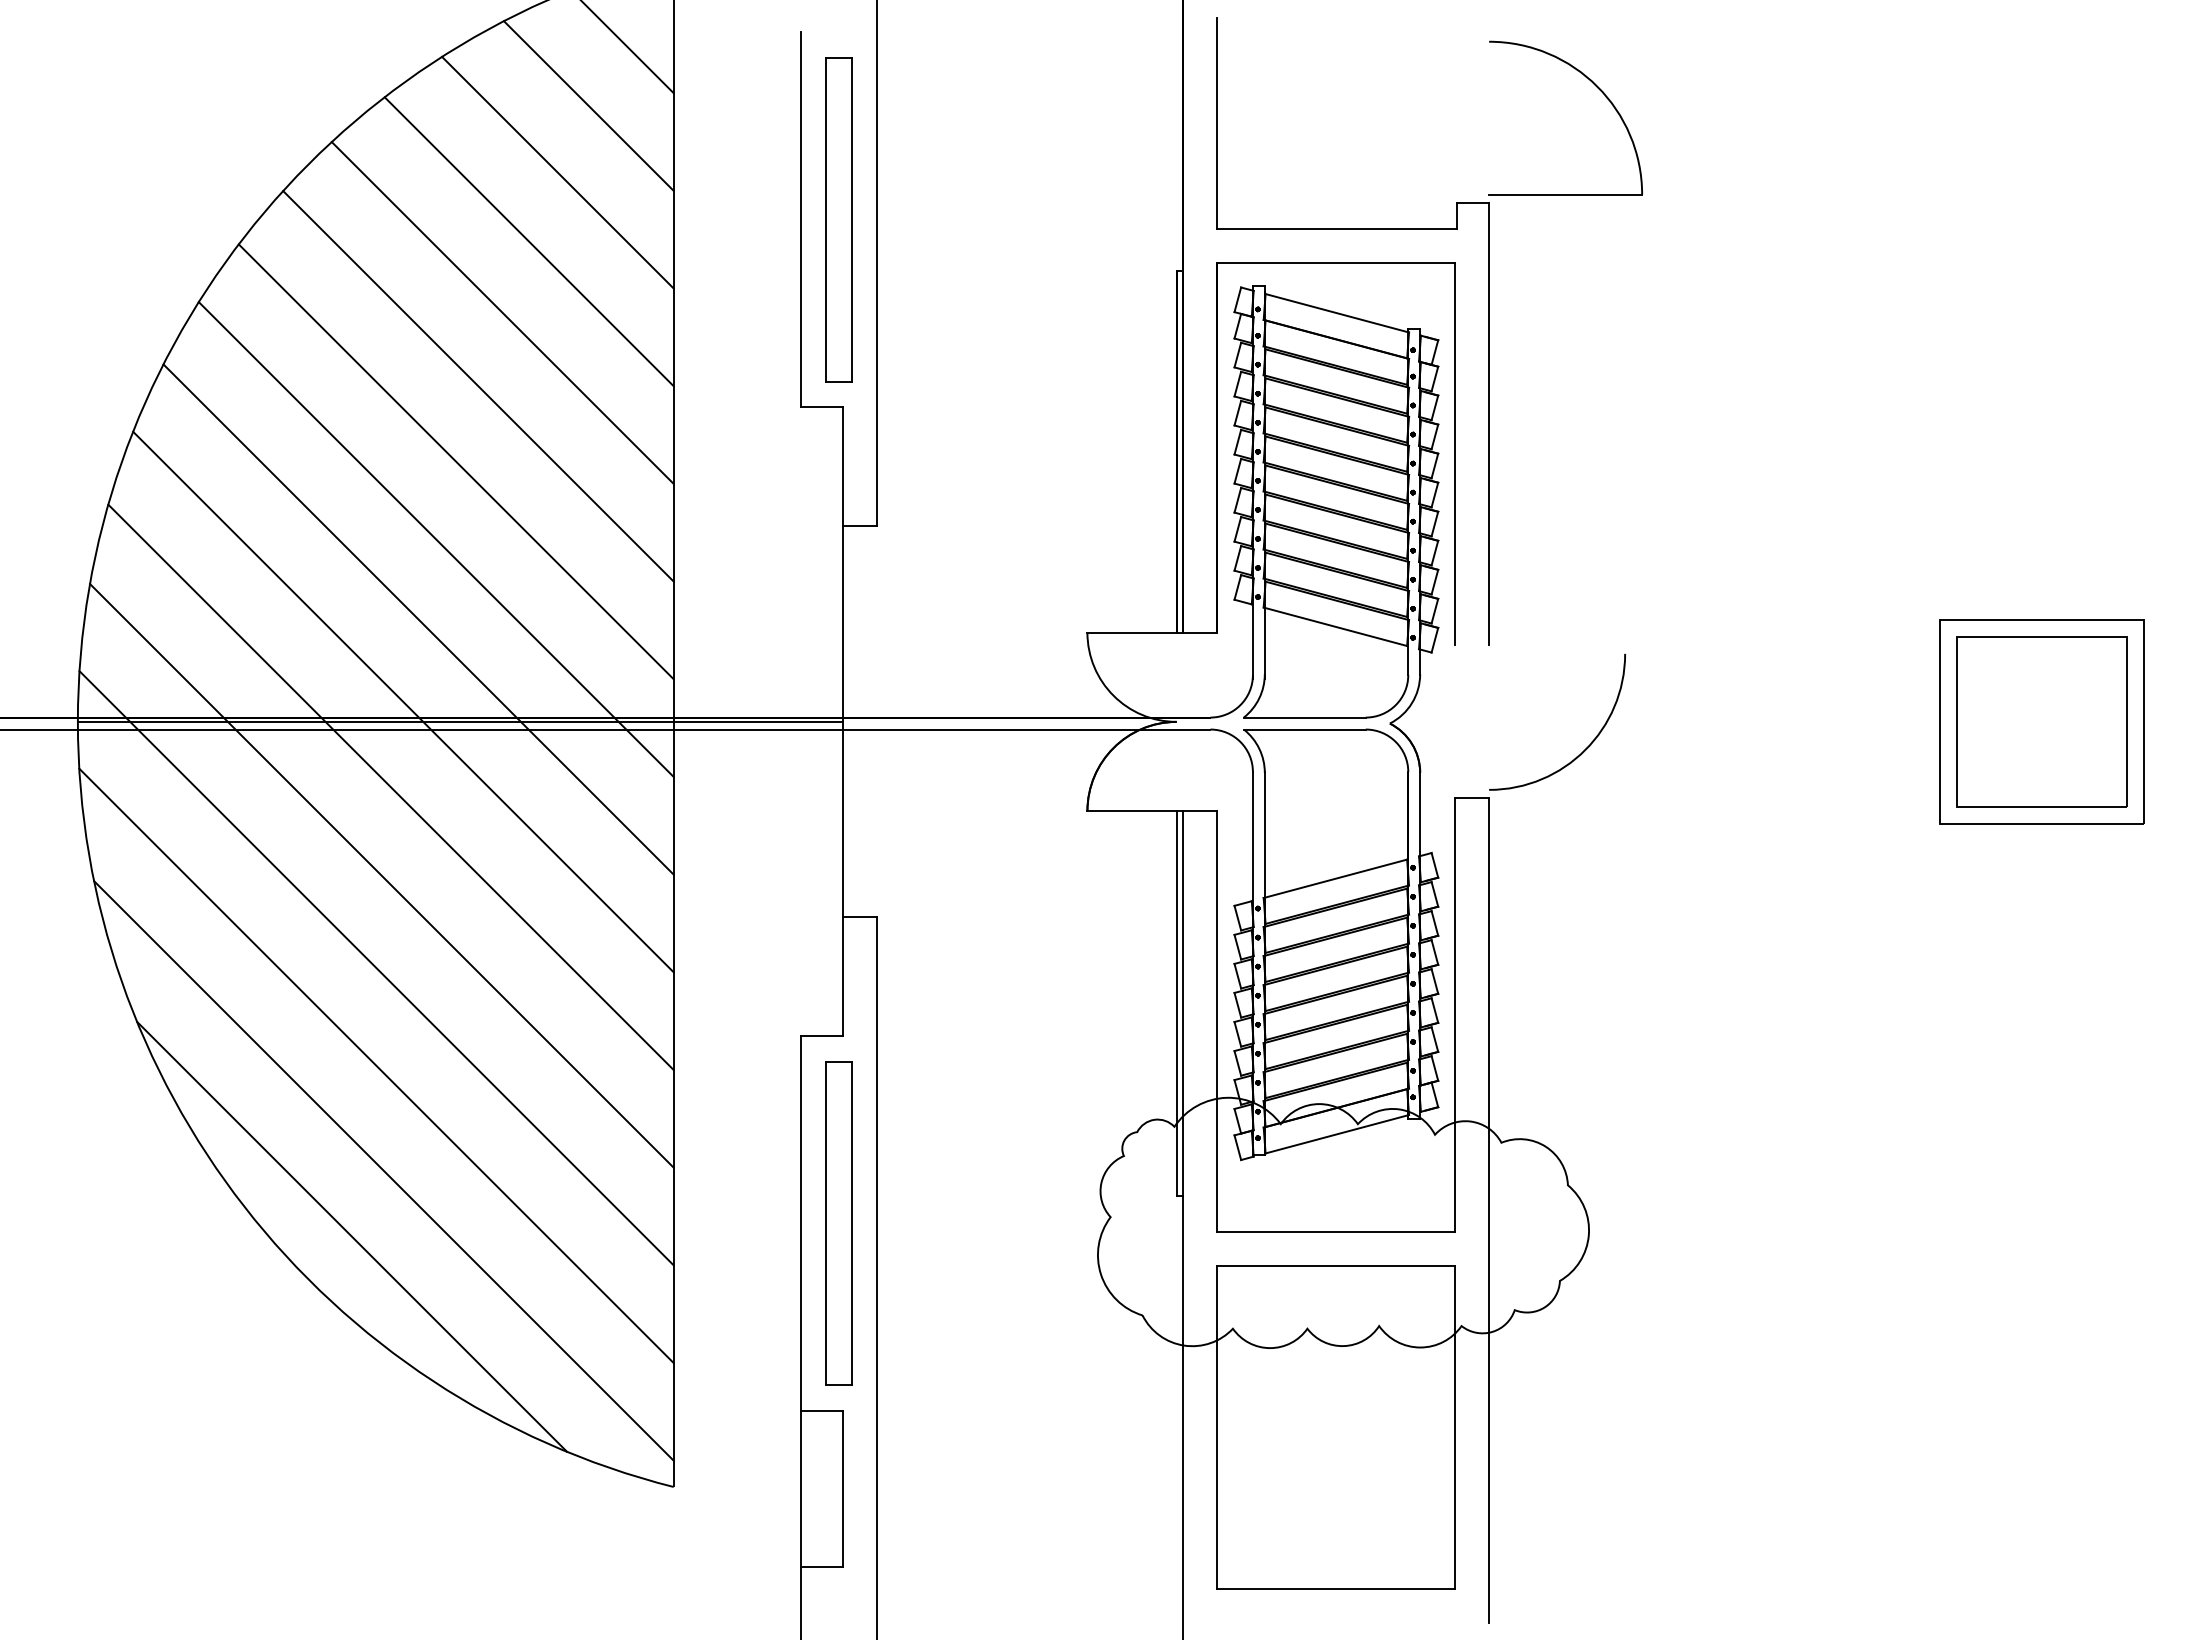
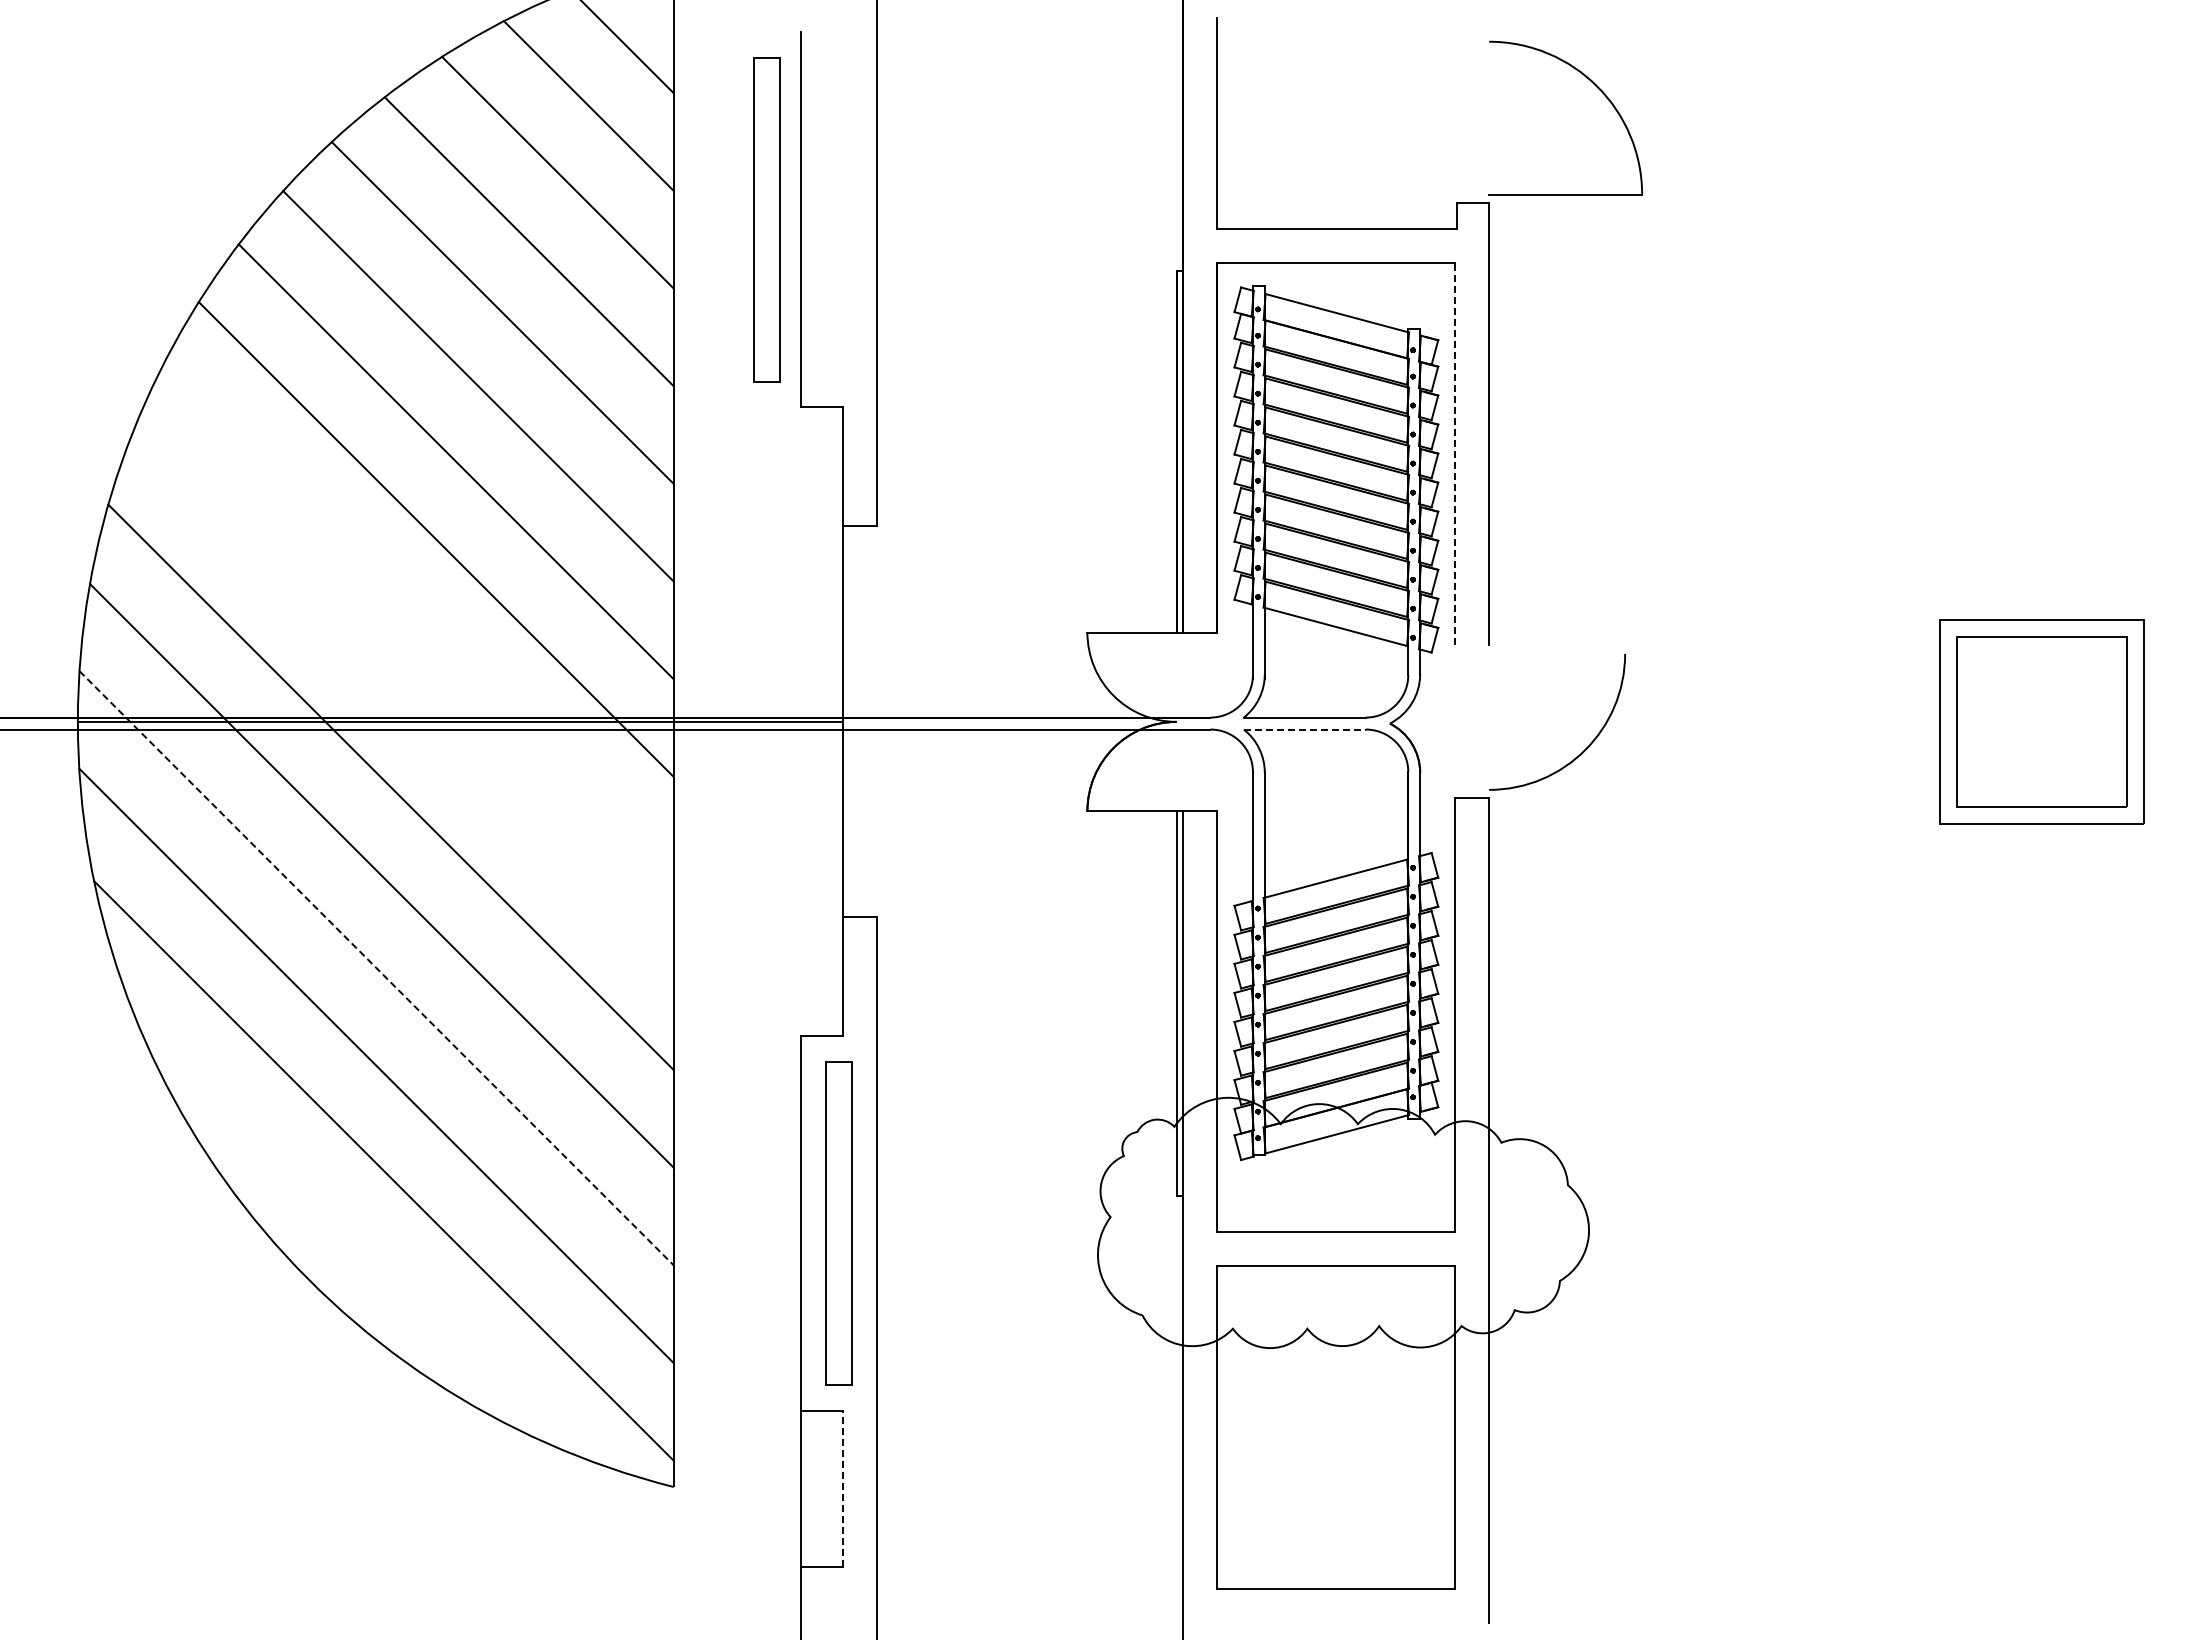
part at (838, 219) position: (838, 219) -> (766, 219)
line at (1455, 453): solid -> dashed
line at (418, 619): present -> none
line at (403, 701): present -> none
line at (1304, 729): solid -> dashed
line at (377, 968): solid -> dashed
line at (352, 1236): present -> none
line at (843, 1488): solid -> dashed
